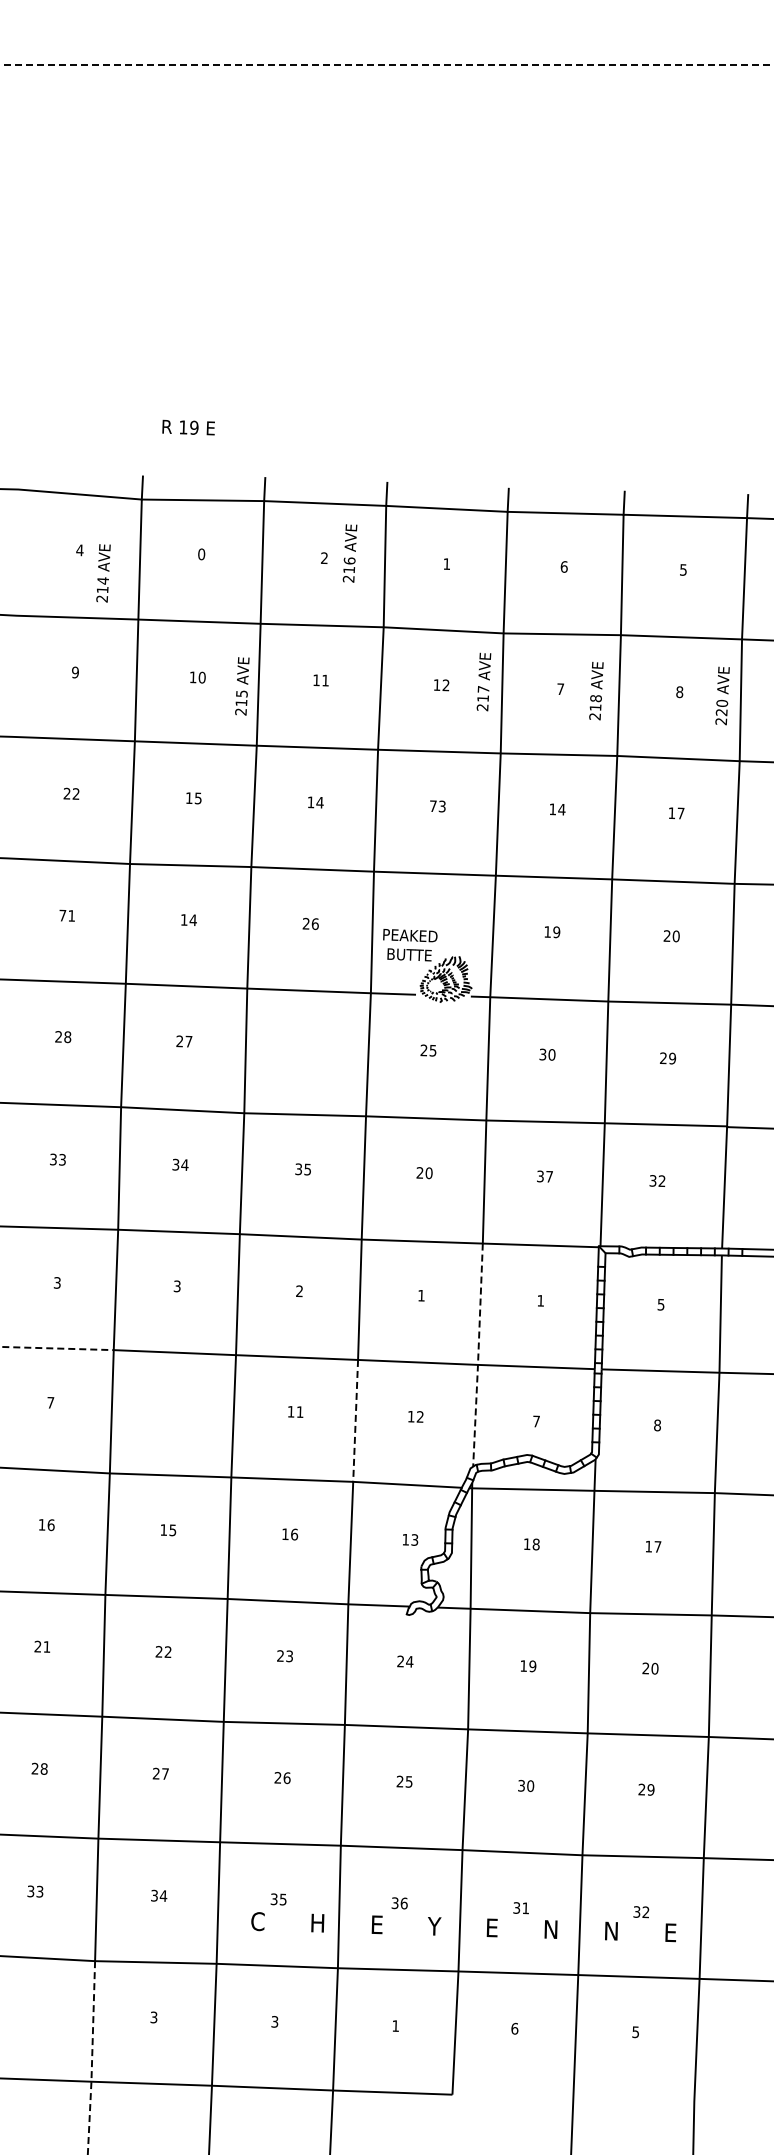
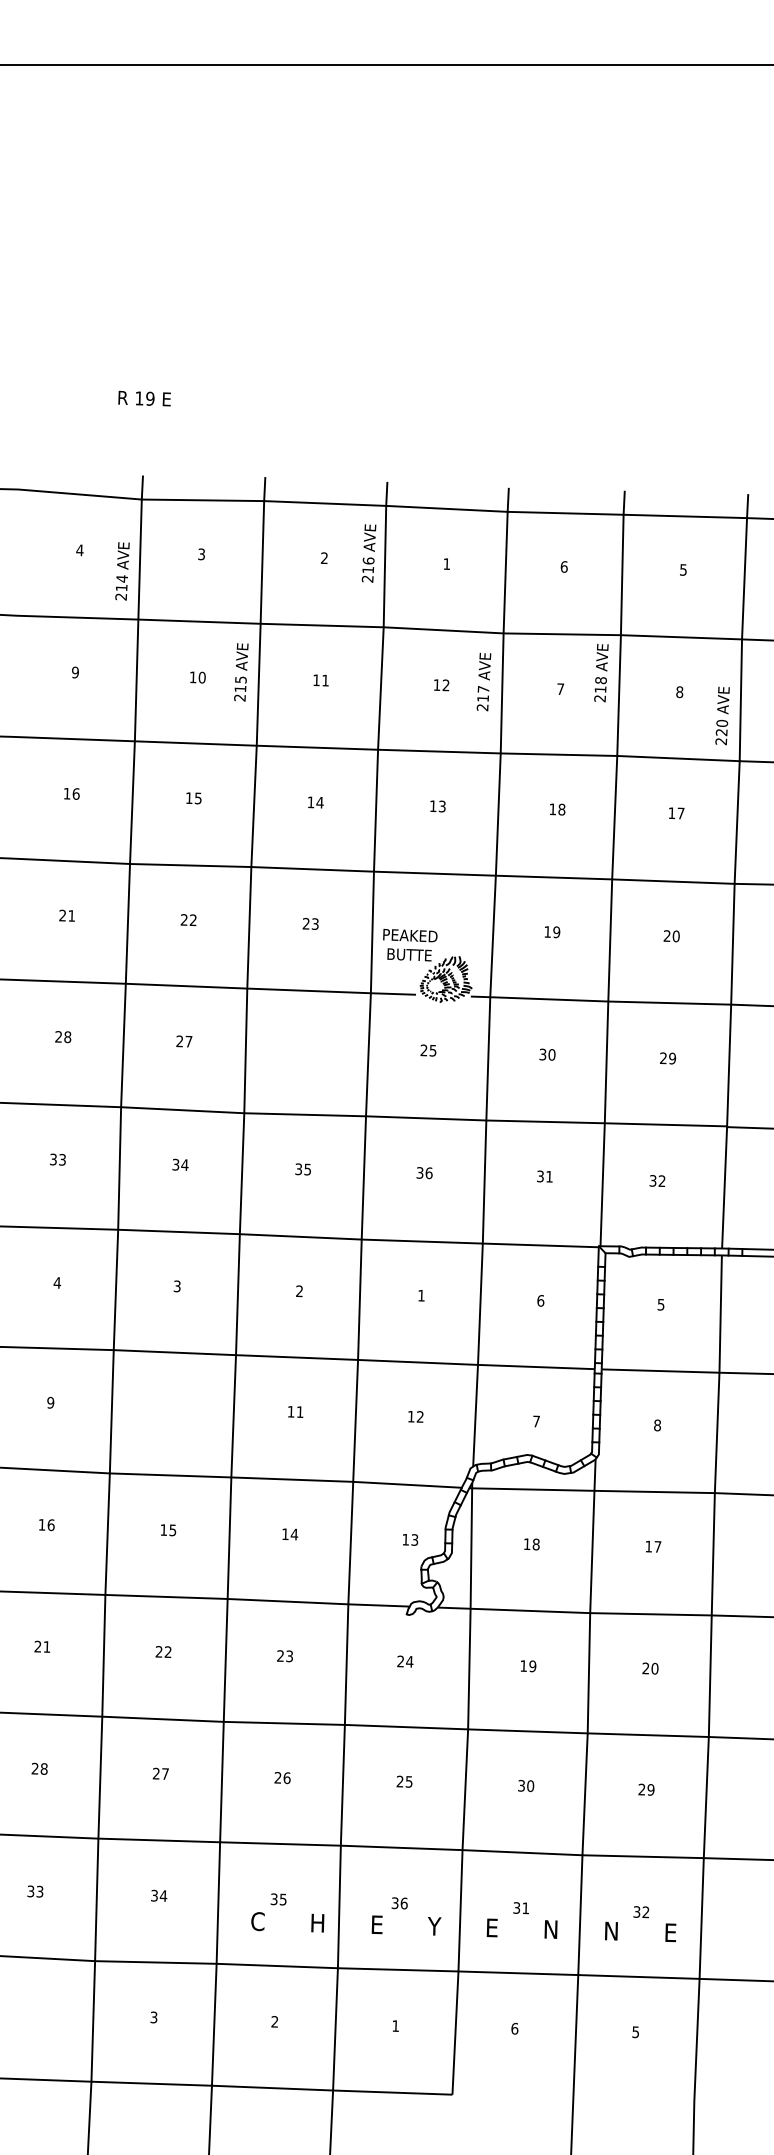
line at (387, 64): dashed -> solid
text at (188, 427) position: (188, 427) -> (144, 398)
text at (349, 553) position: (349, 553) -> (368, 553)
text at (201, 554): 0 -> 3
text at (103, 573) position: (103, 573) -> (122, 571)
text at (242, 686) position: (242, 686) -> (241, 672)
text at (596, 691) position: (596, 691) -> (601, 673)
text at (722, 695) position: (722, 695) -> (722, 715)
text at (71, 793): 22 -> 16
text at (433, 806): 73 -> 13
text at (561, 809): 14 -> 18
text at (62, 915): 71 -> 21
text at (188, 919): 14 -> 22
text at (314, 923): 26 -> 23
text at (424, 1172): 20 -> 36
text at (549, 1176): 37 -> 31
text at (57, 1282): 3 -> 4
text at (540, 1300): 1 -> 6
line at (57, 1348): dashed -> solid
line at (478, 1355): dashed -> solid
text at (50, 1402): 7 -> 9
line at (355, 1421): dashed -> solid
text at (294, 1534): 16 -> 14
text at (274, 2021): 3 -> 2
line at (92, 2058): dashed -> solid
